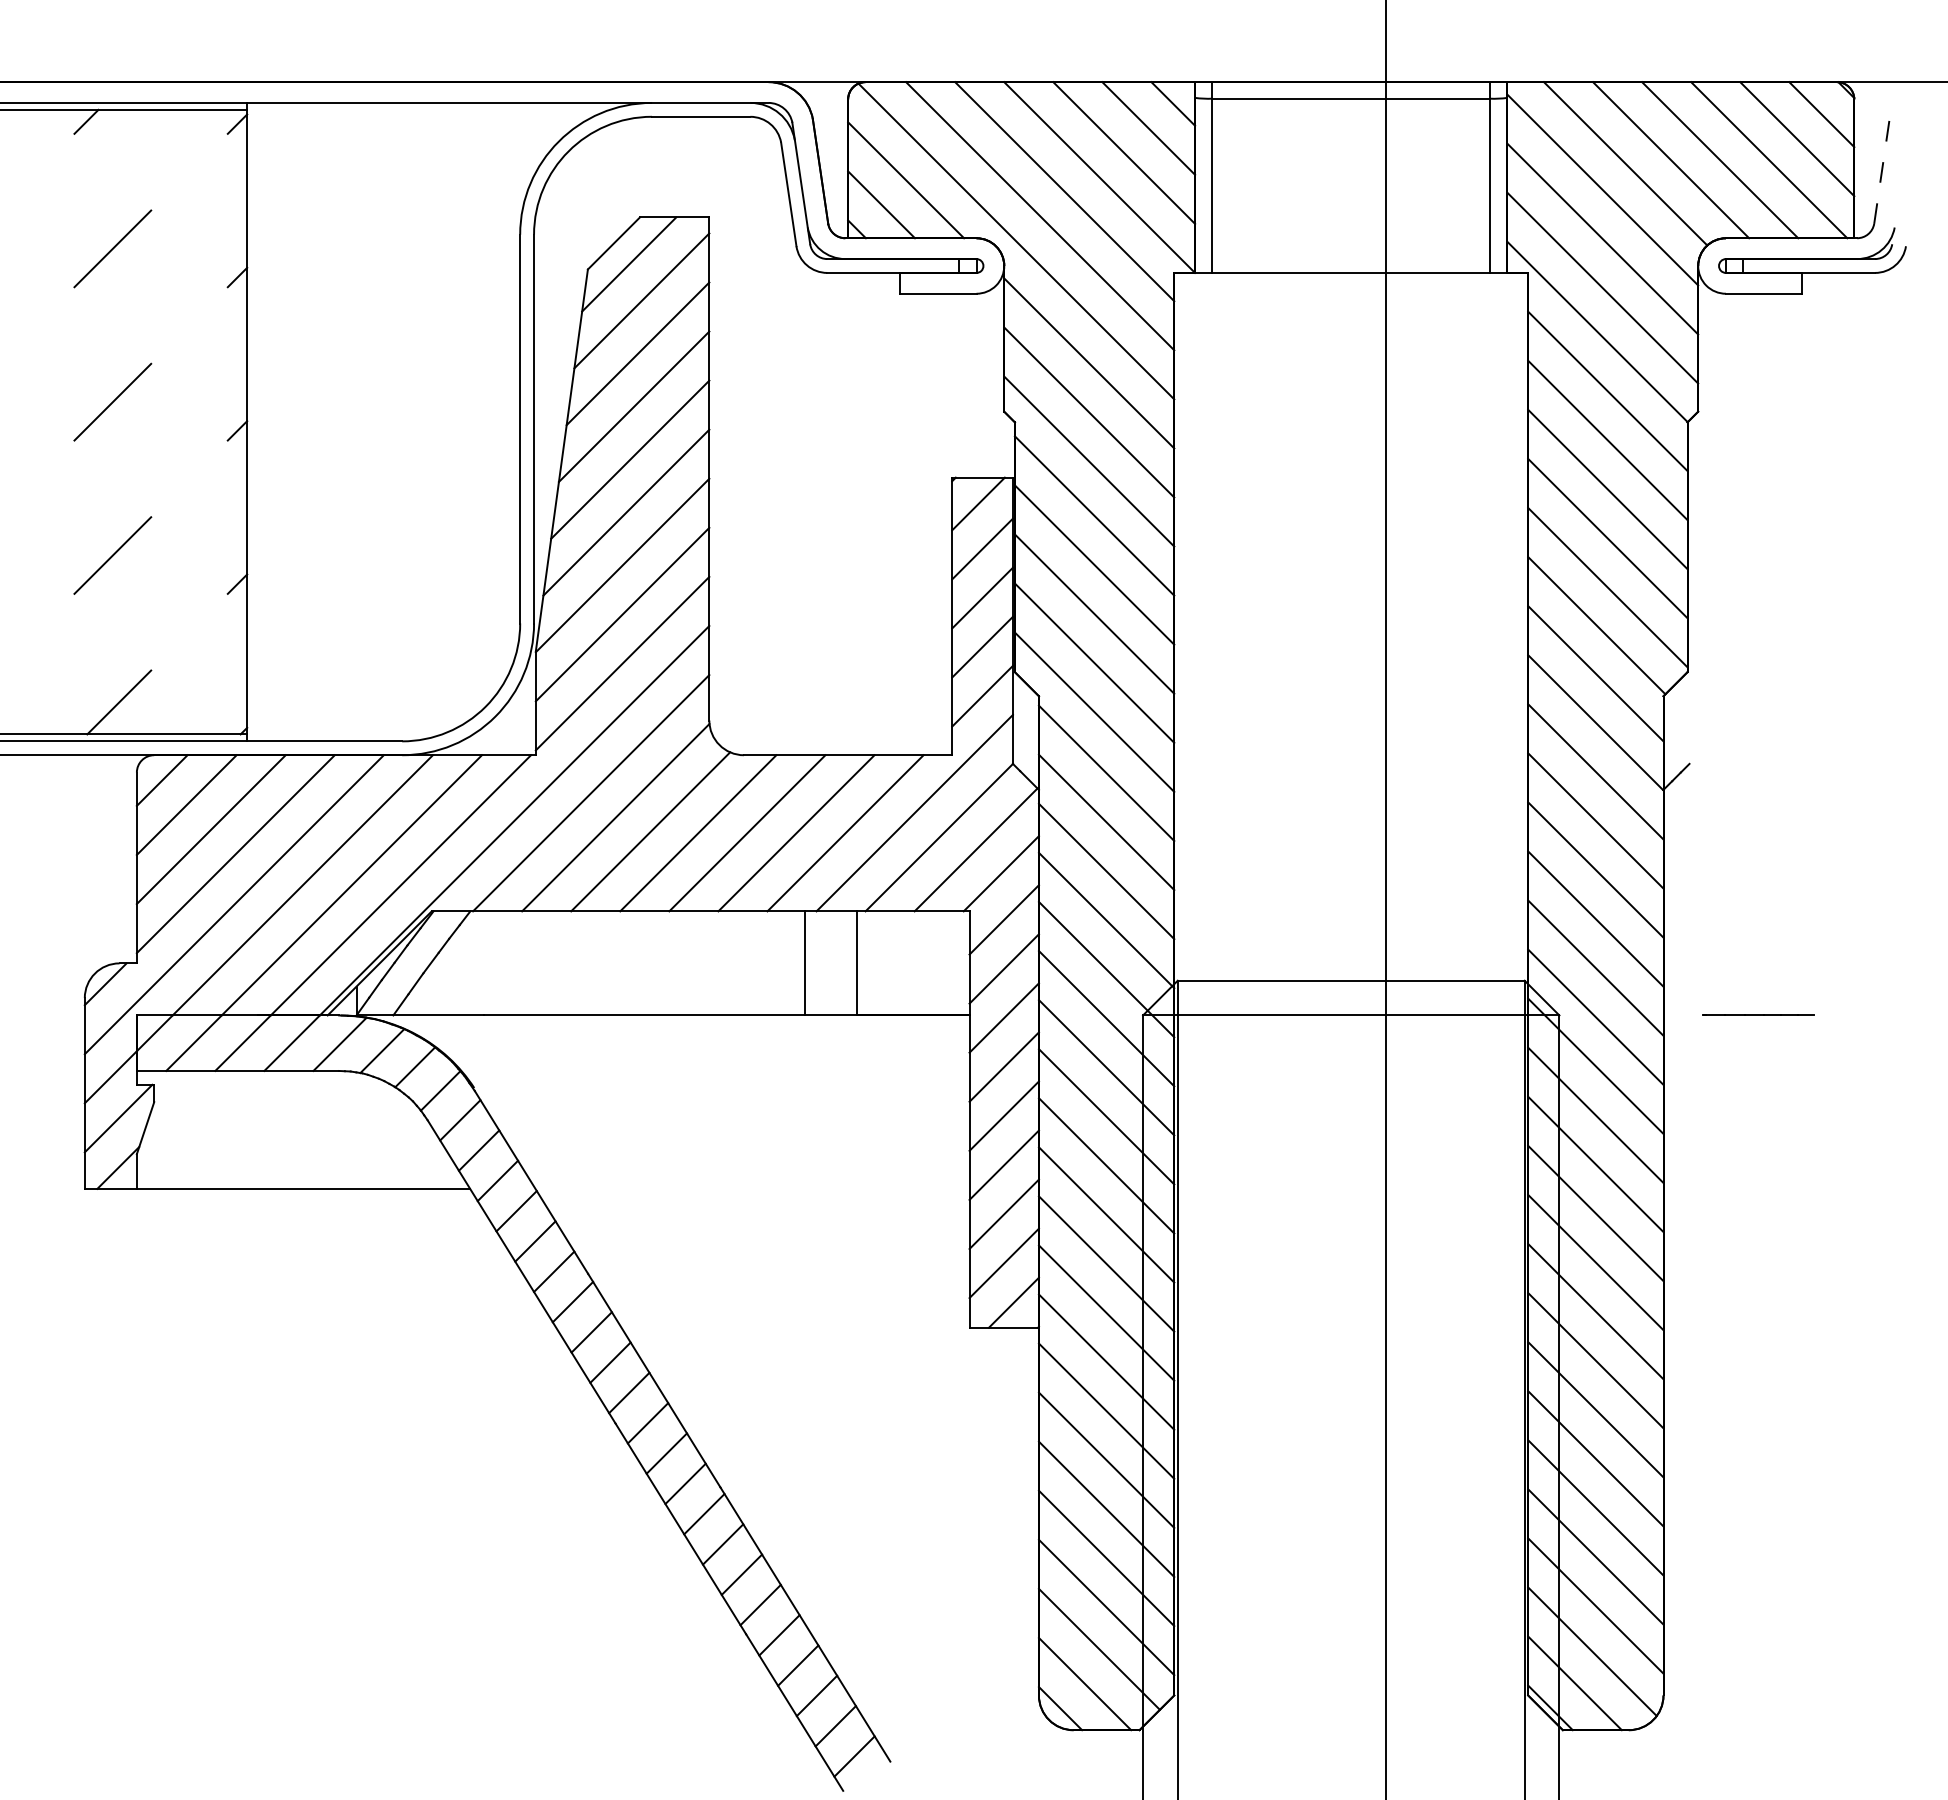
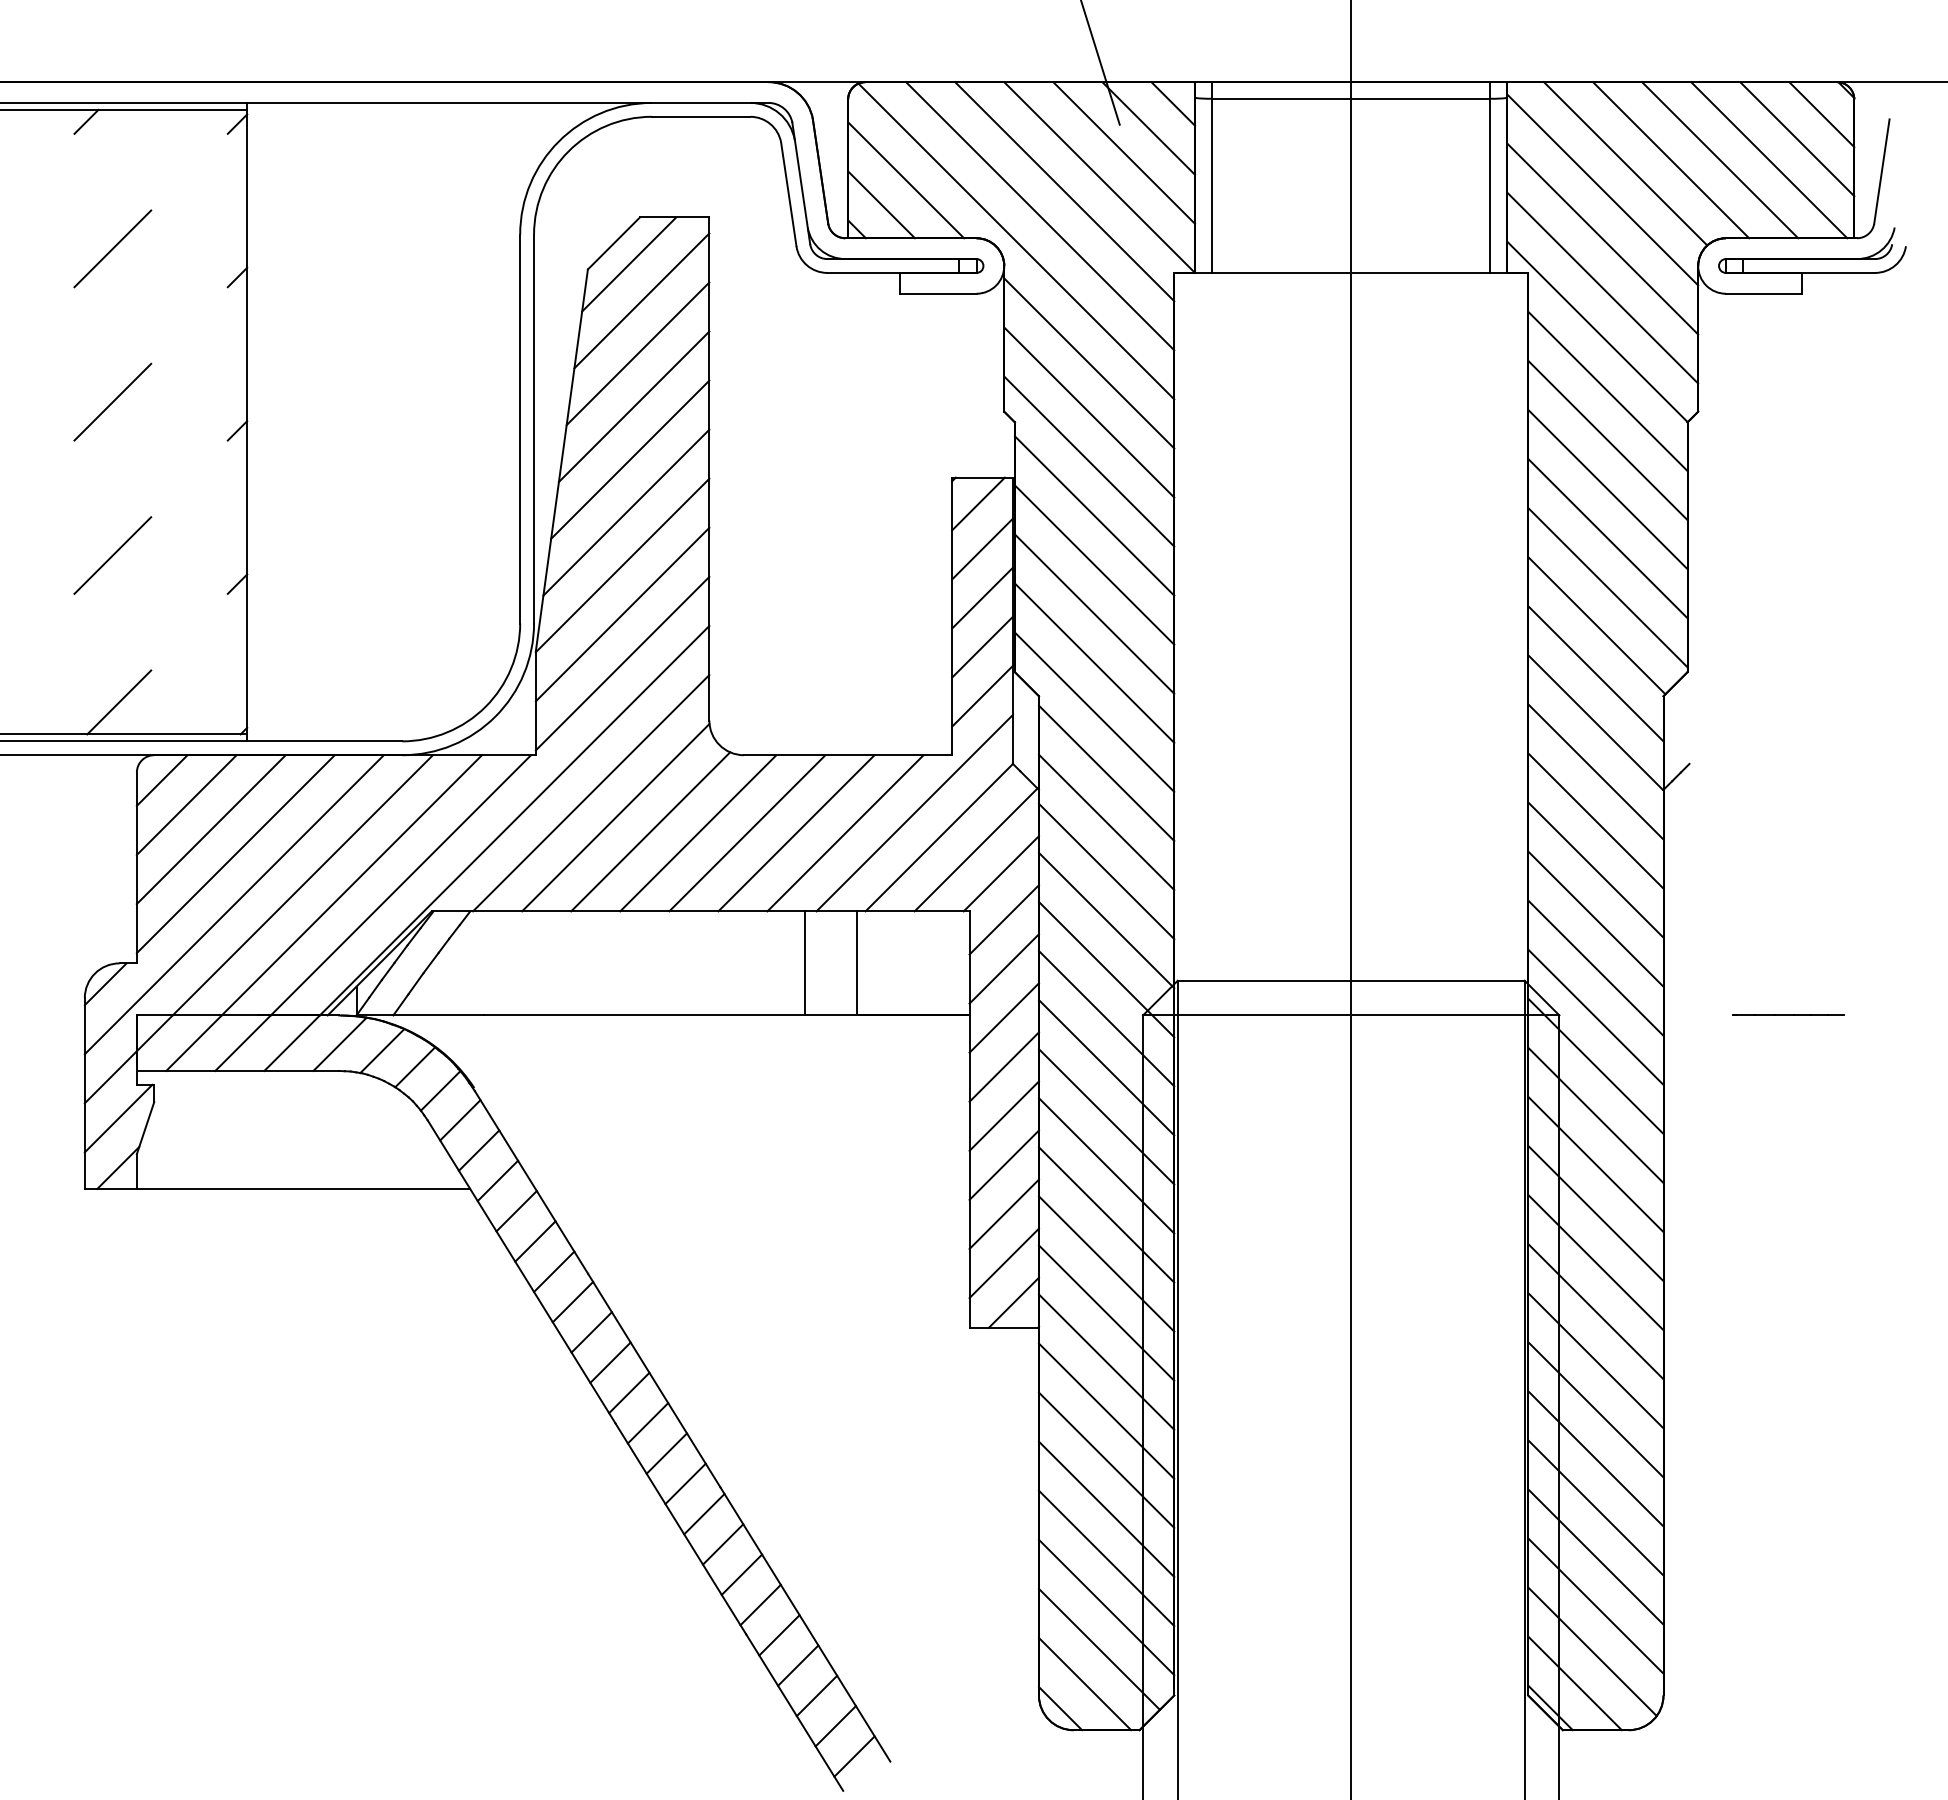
line at (1100, 63): none -> present
line at (1881, 171): dashed -> solid
line at (1386, 899) position: (1386, 899) -> (1351, 899)
line at (1758, 1014) position: (1758, 1014) -> (1788, 1014)
